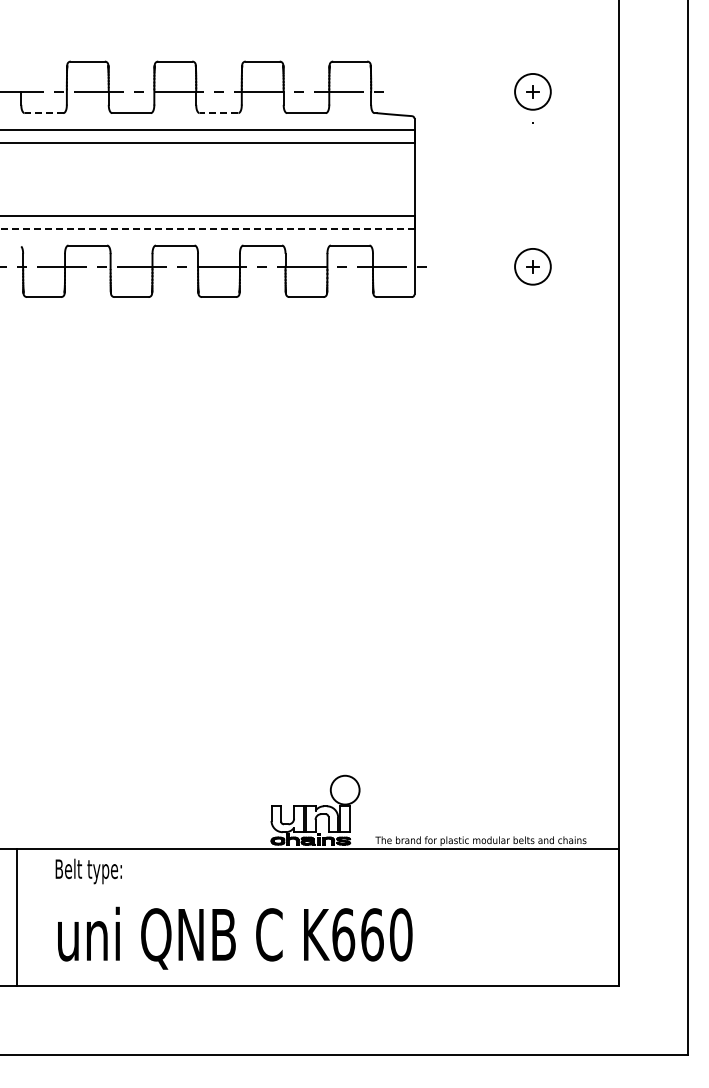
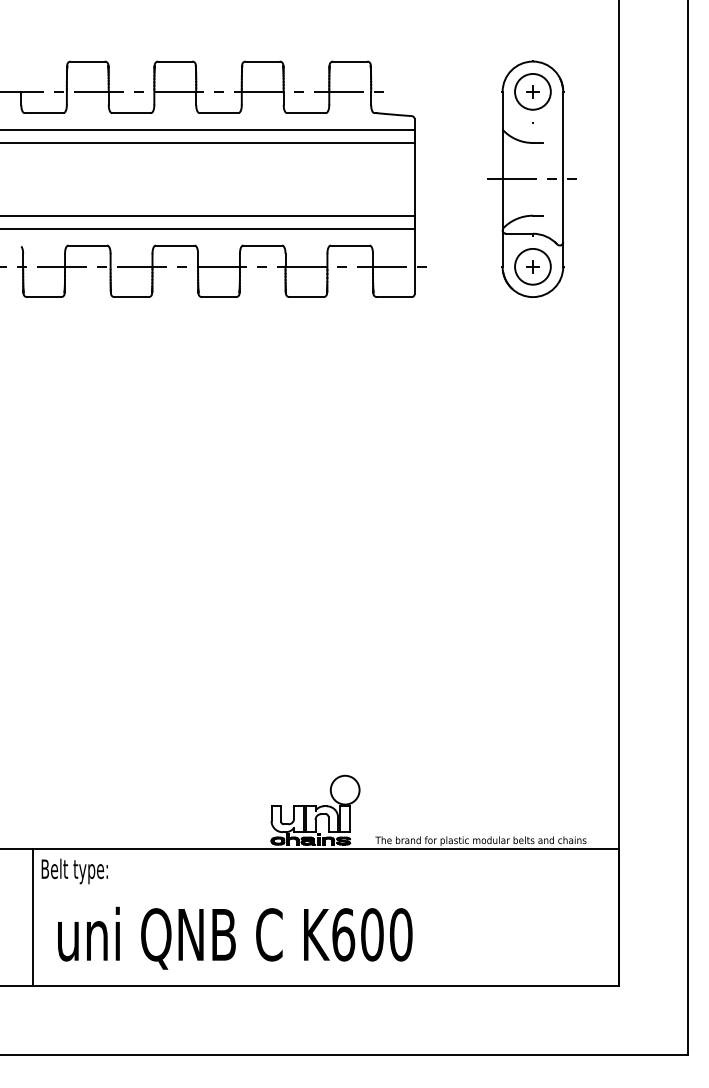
line at (43, 113): dashed -> solid
line at (218, 113): dashed -> solid
part at (531, 178): none -> present
line at (207, 228): dashed -> solid
text at (88, 871) position: (88, 871) -> (74, 871)
line at (17, 917) position: (17, 917) -> (33, 917)
text at (372, 934): K660 -> K600
